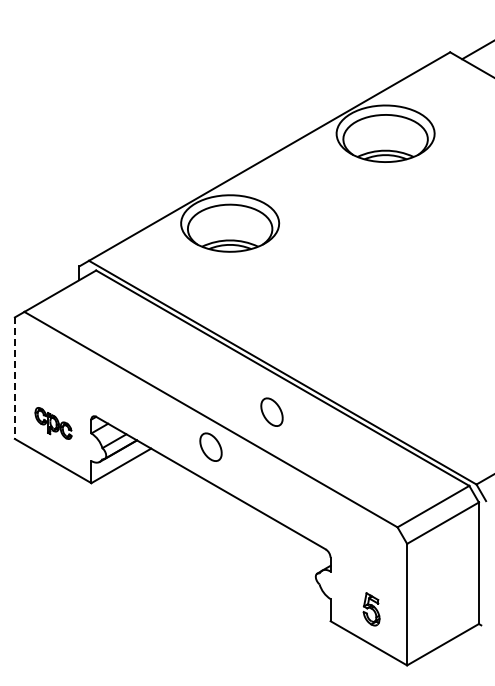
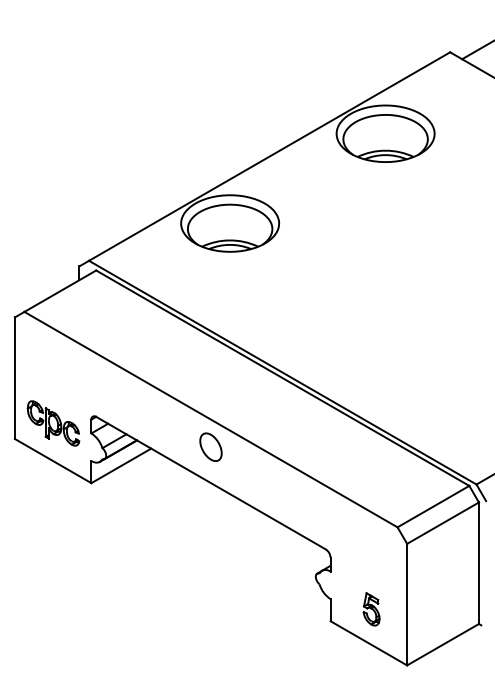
line at (14, 378): dashed -> solid
part at (271, 411): present -> none
part at (53, 423) size: 39x33 px -> 55x47 px
